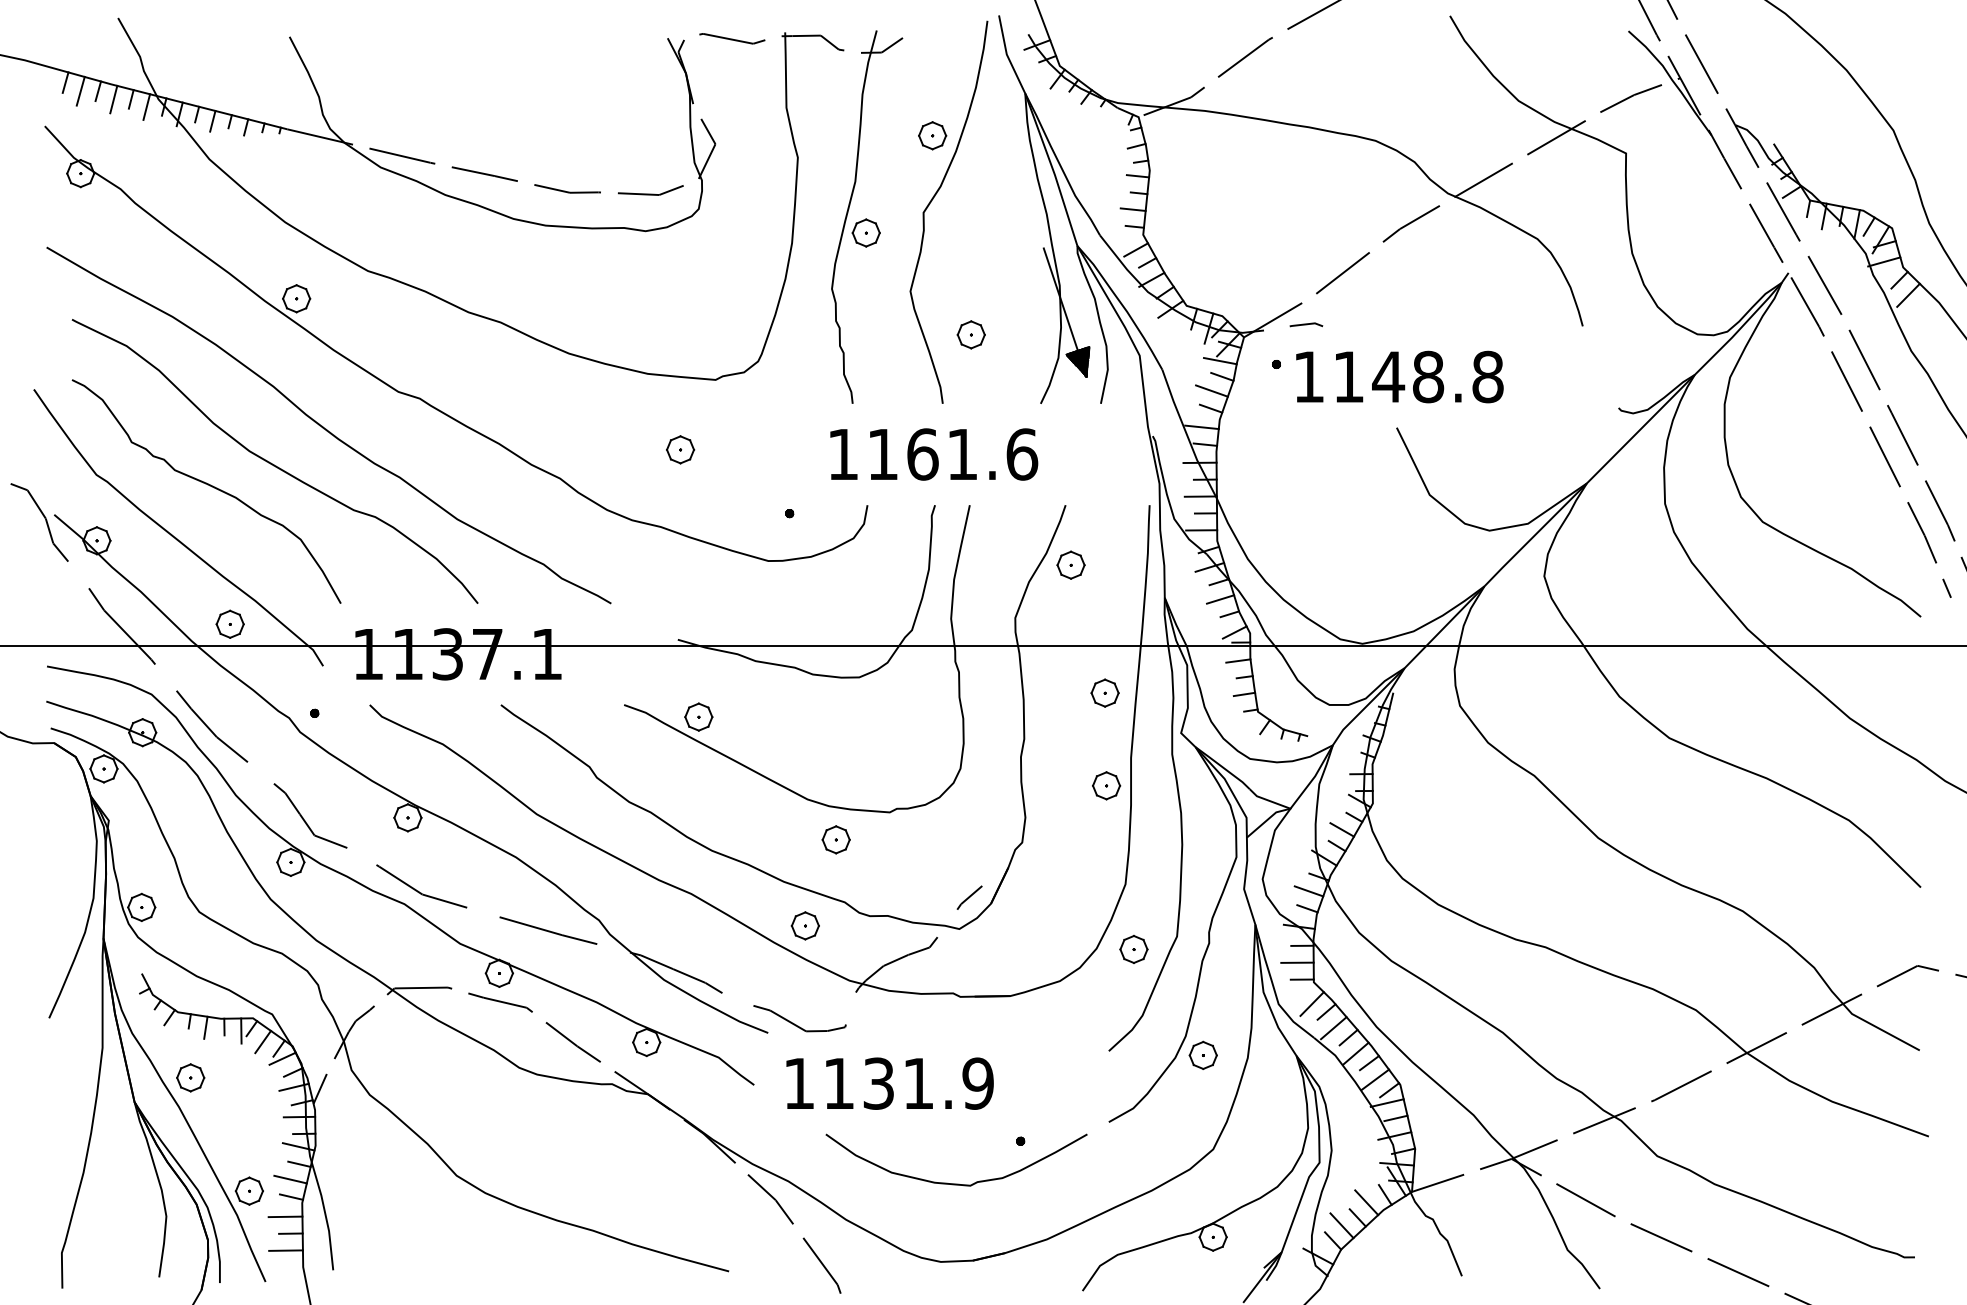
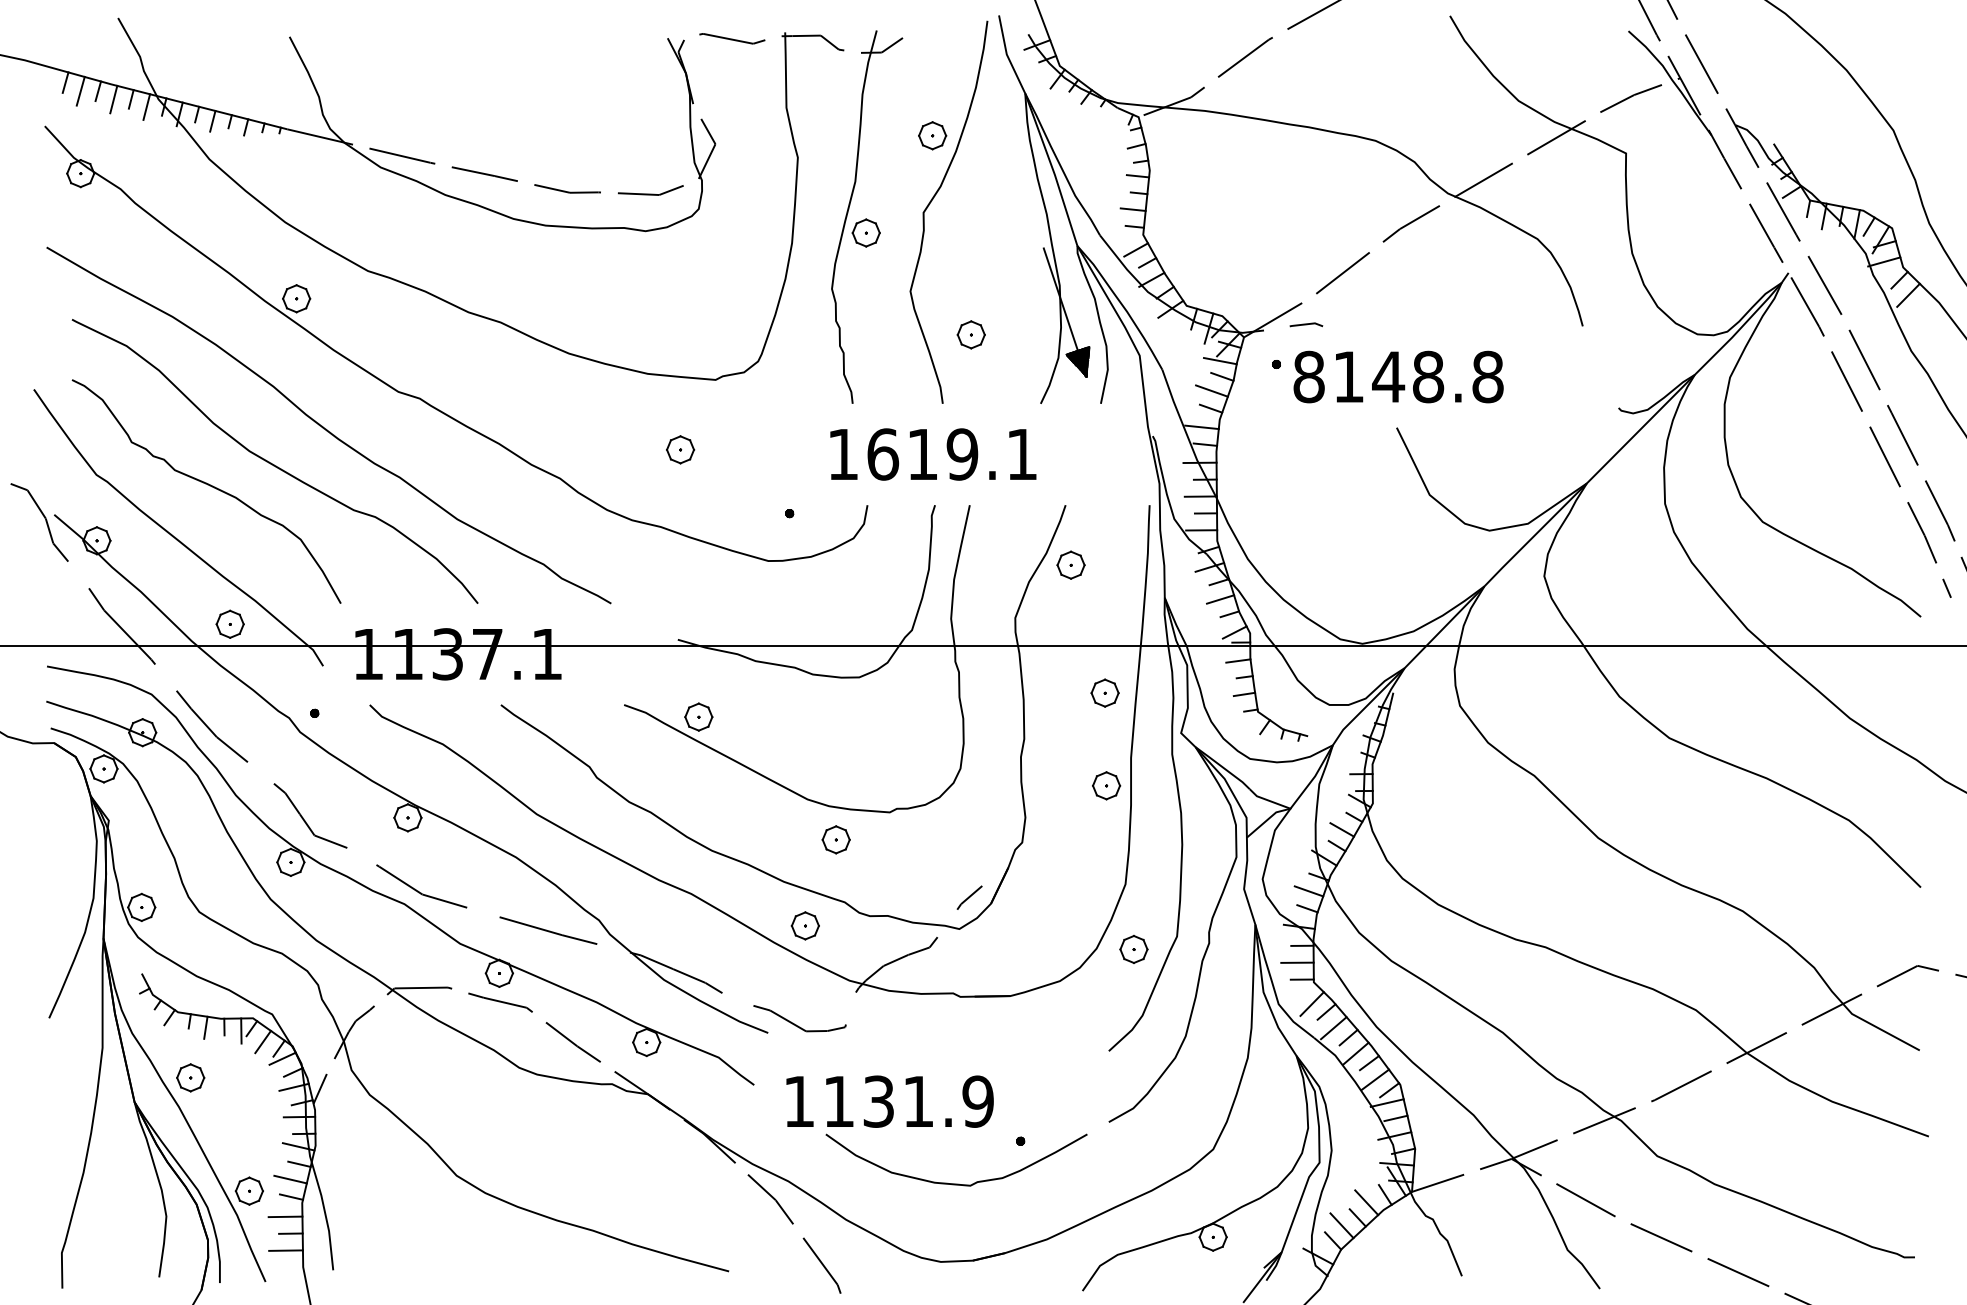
text at (1308, 376): 1148.8 -> 8148.8
text at (952, 454): 1161.6 -> 1619.1
part at (1202, 1054): present -> none
text at (889, 1083) position: (889, 1083) -> (889, 1101)
